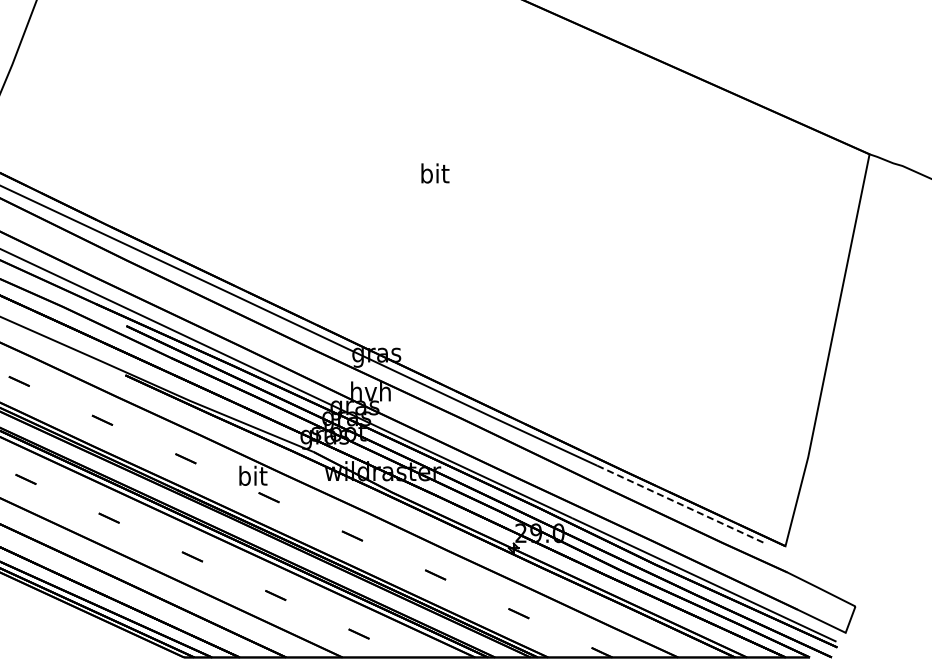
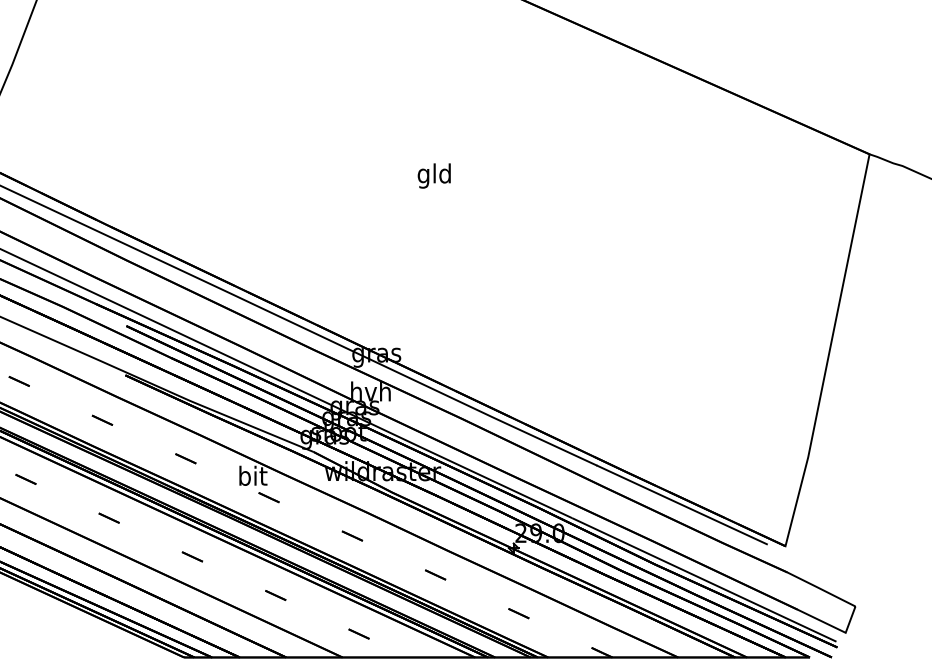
text at (433, 175): bit -> gld
line at (682, 505): dashed -> solid
